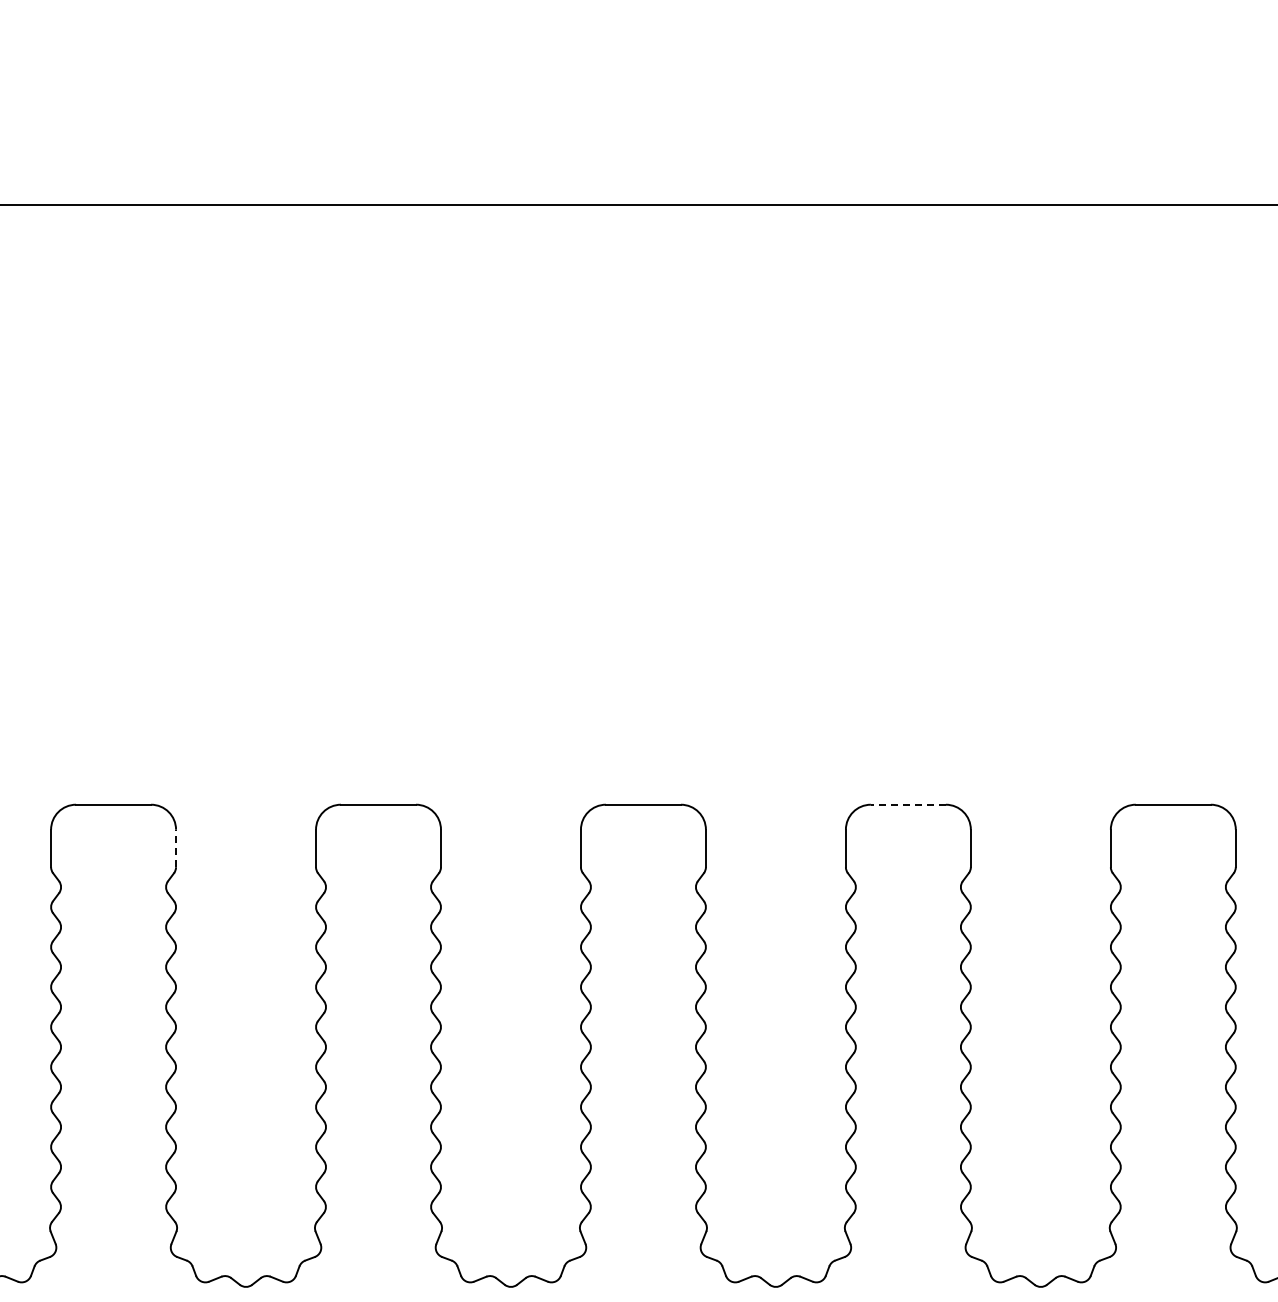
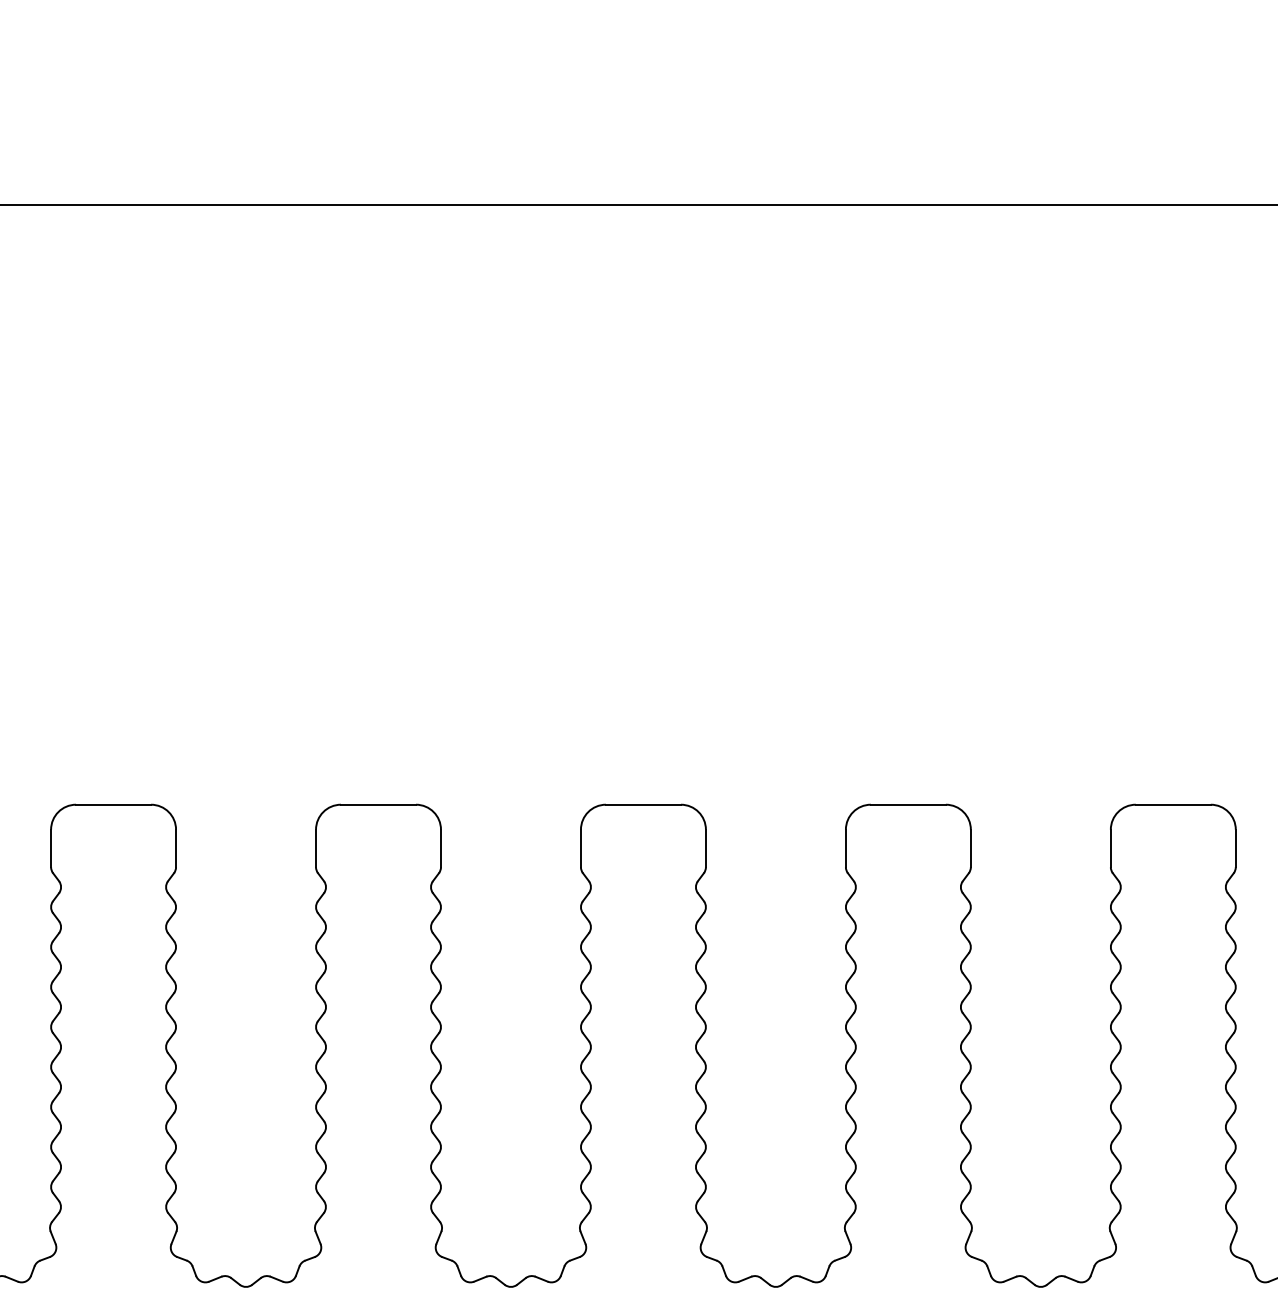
line at (907, 804): dashed -> solid
line at (176, 848): dashed -> solid
